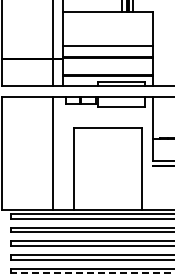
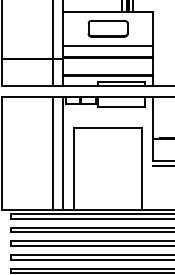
part at (107, 28): none -> present
line at (62, 153): none -> present
line at (92, 273): dashed -> solid
